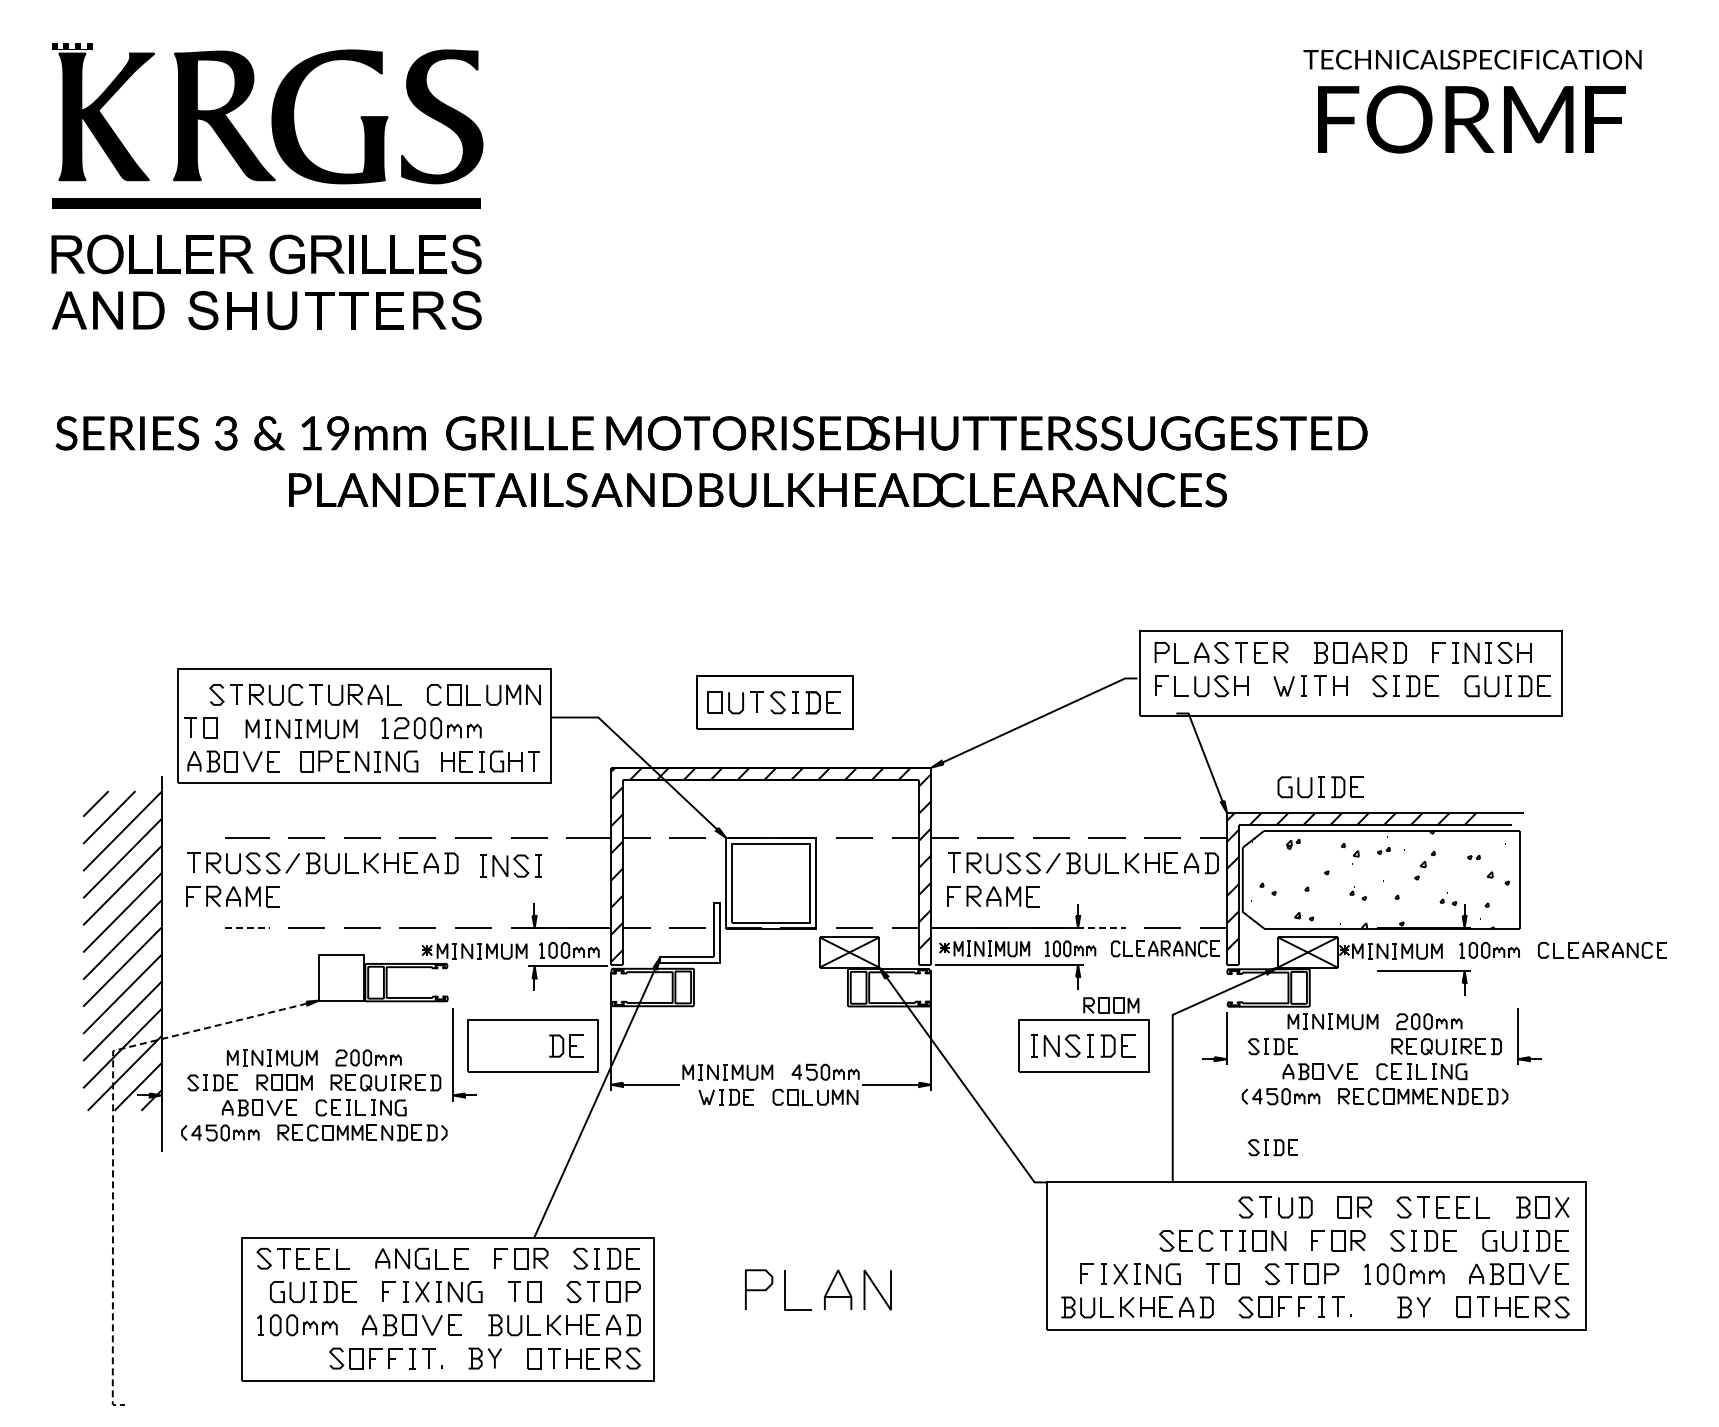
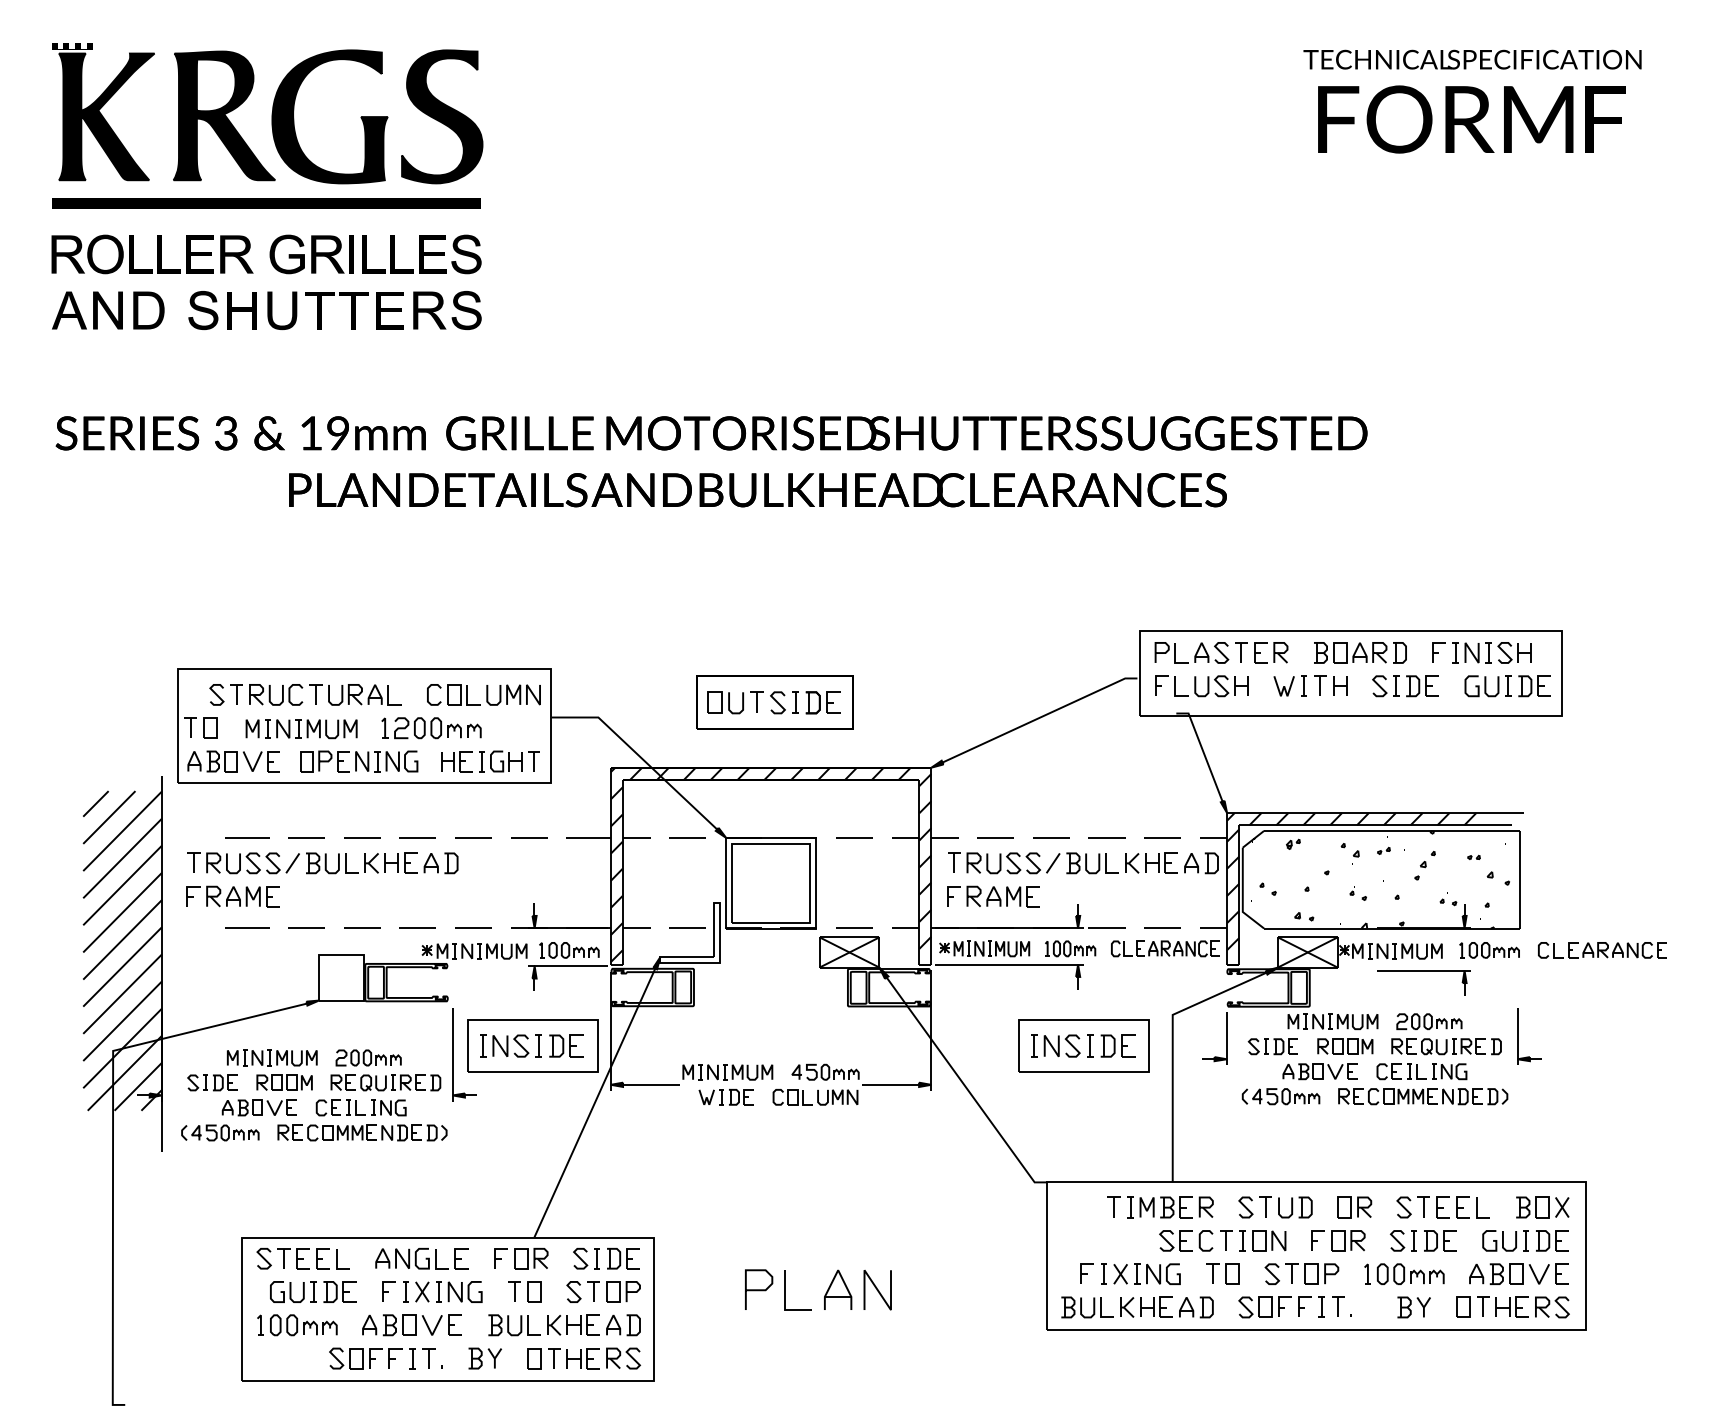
part at (1320, 787): present -> none
part at (510, 865) position: (510, 865) -> (510, 1045)
line at (247, 928): dashed -> solid
line at (1107, 928): dashed -> solid
part at (1111, 1005) position: (1111, 1005) -> (1345, 1046)
line at (113, 1134): dashed -> solid
part at (1272, 1147): present -> none
part at (1160, 1207): none -> present
